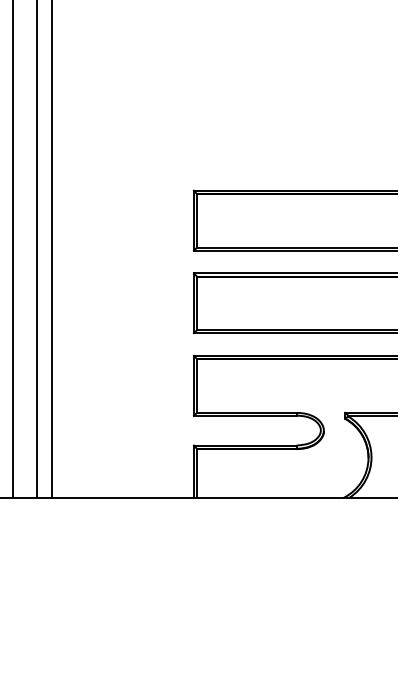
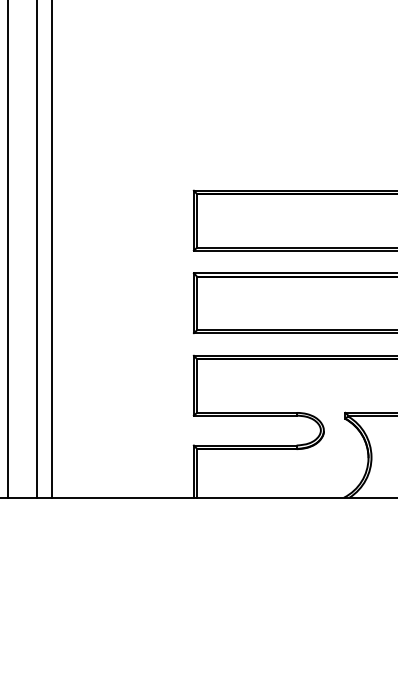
line at (12, 249) position: (12, 249) -> (7, 249)
